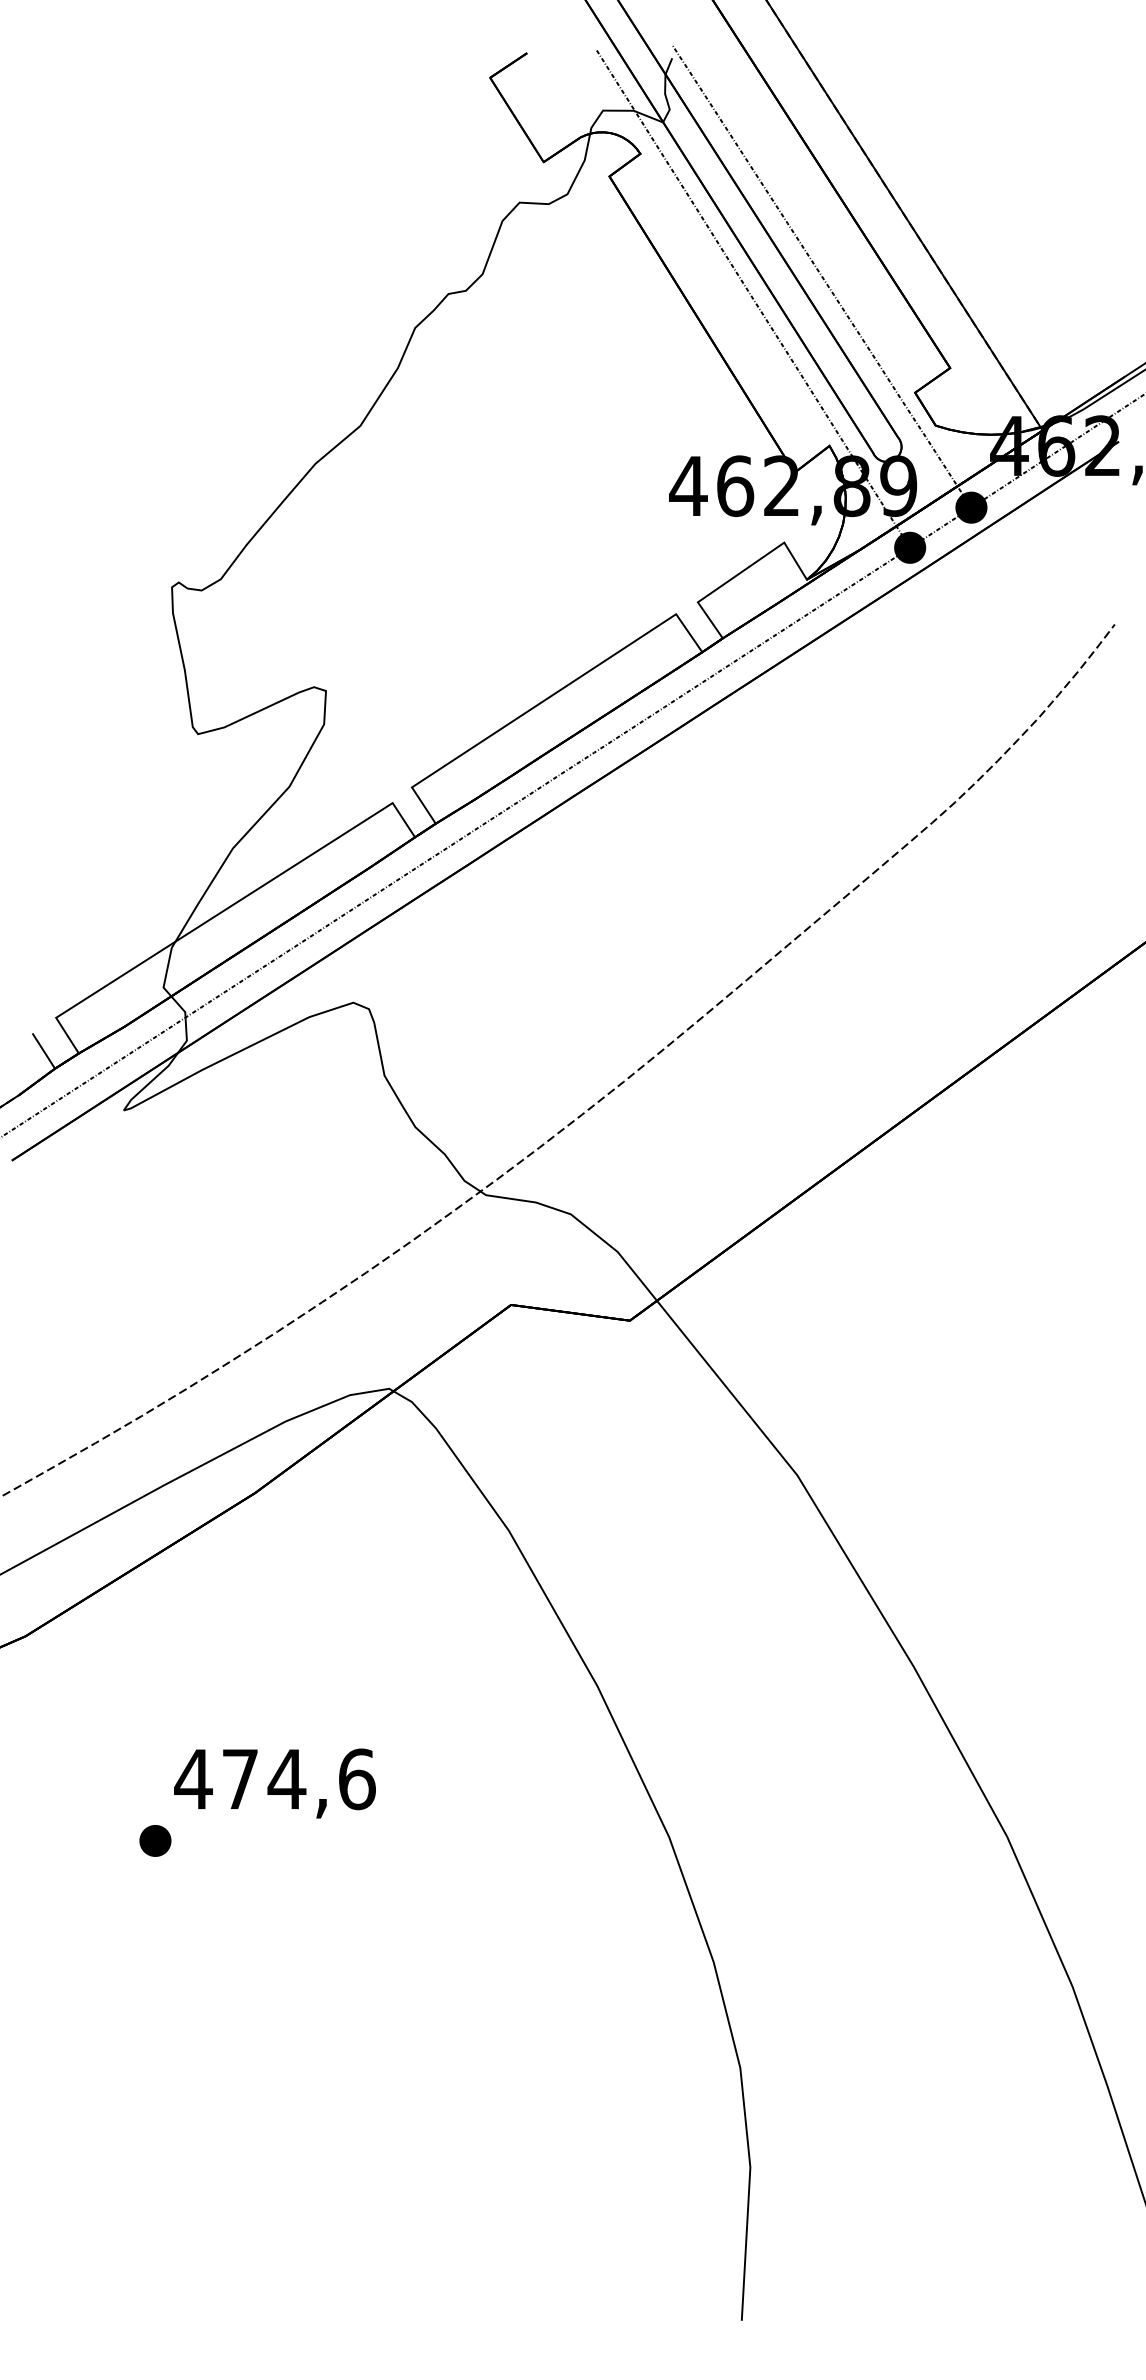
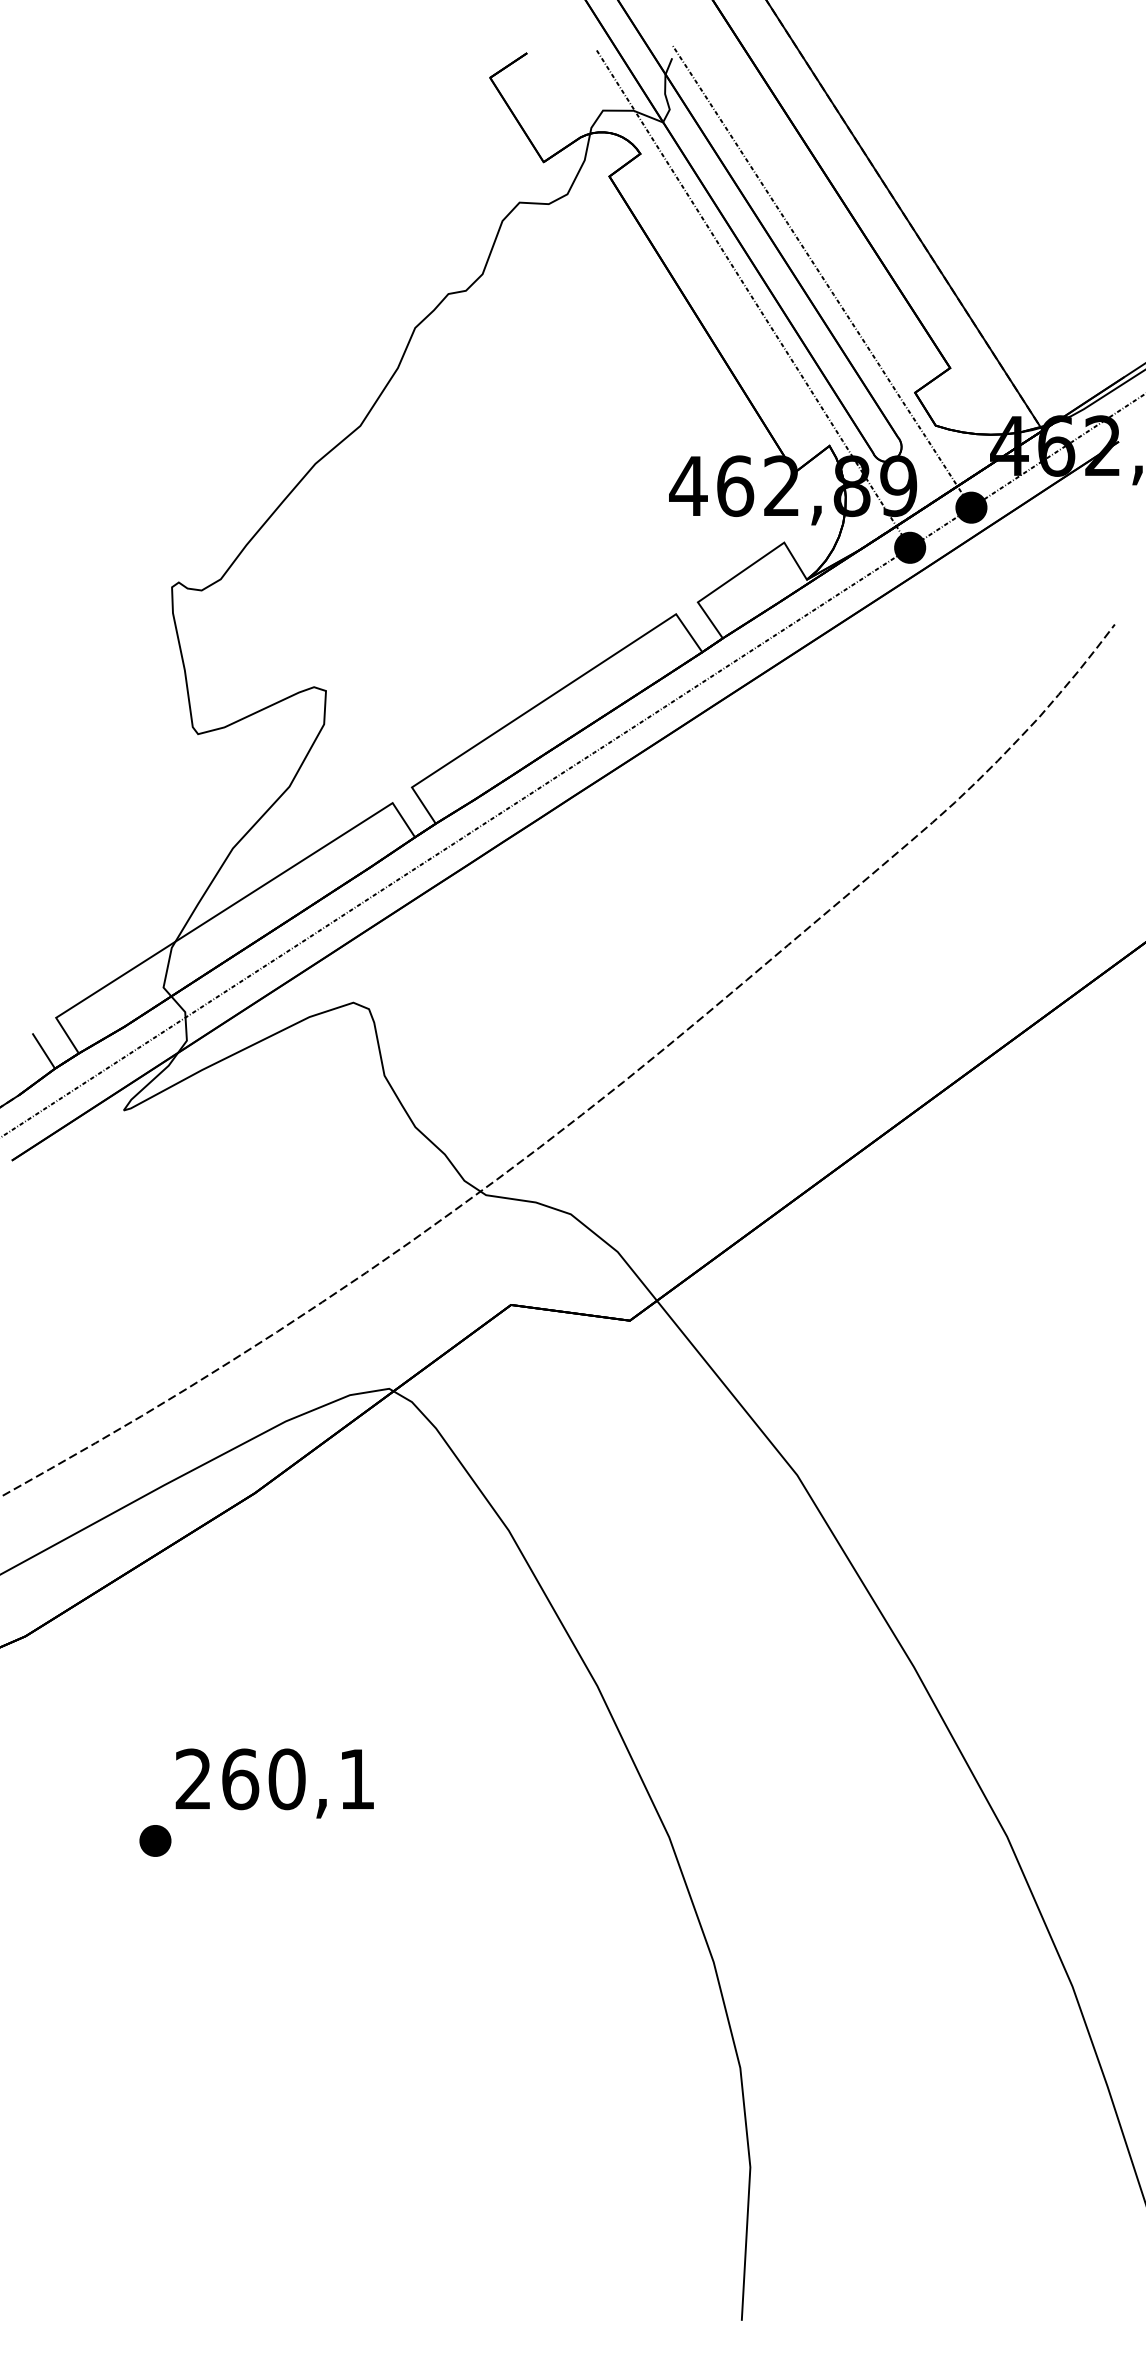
text at (274, 1779): 474,6 -> 260,1
